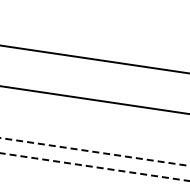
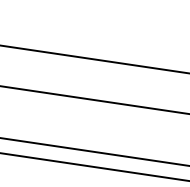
line at (94, 152): dashed -> solid
line at (94, 167): dashed -> solid
